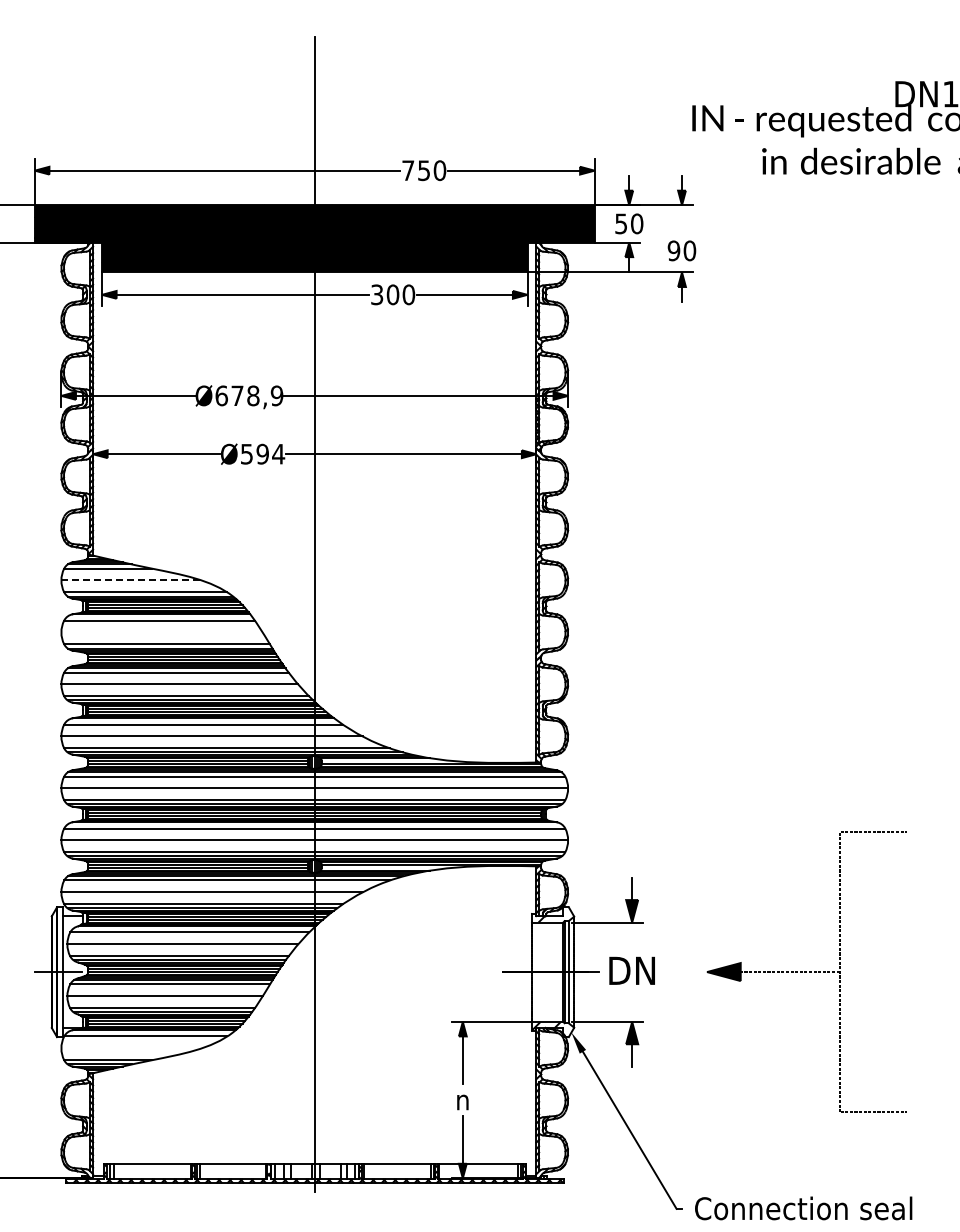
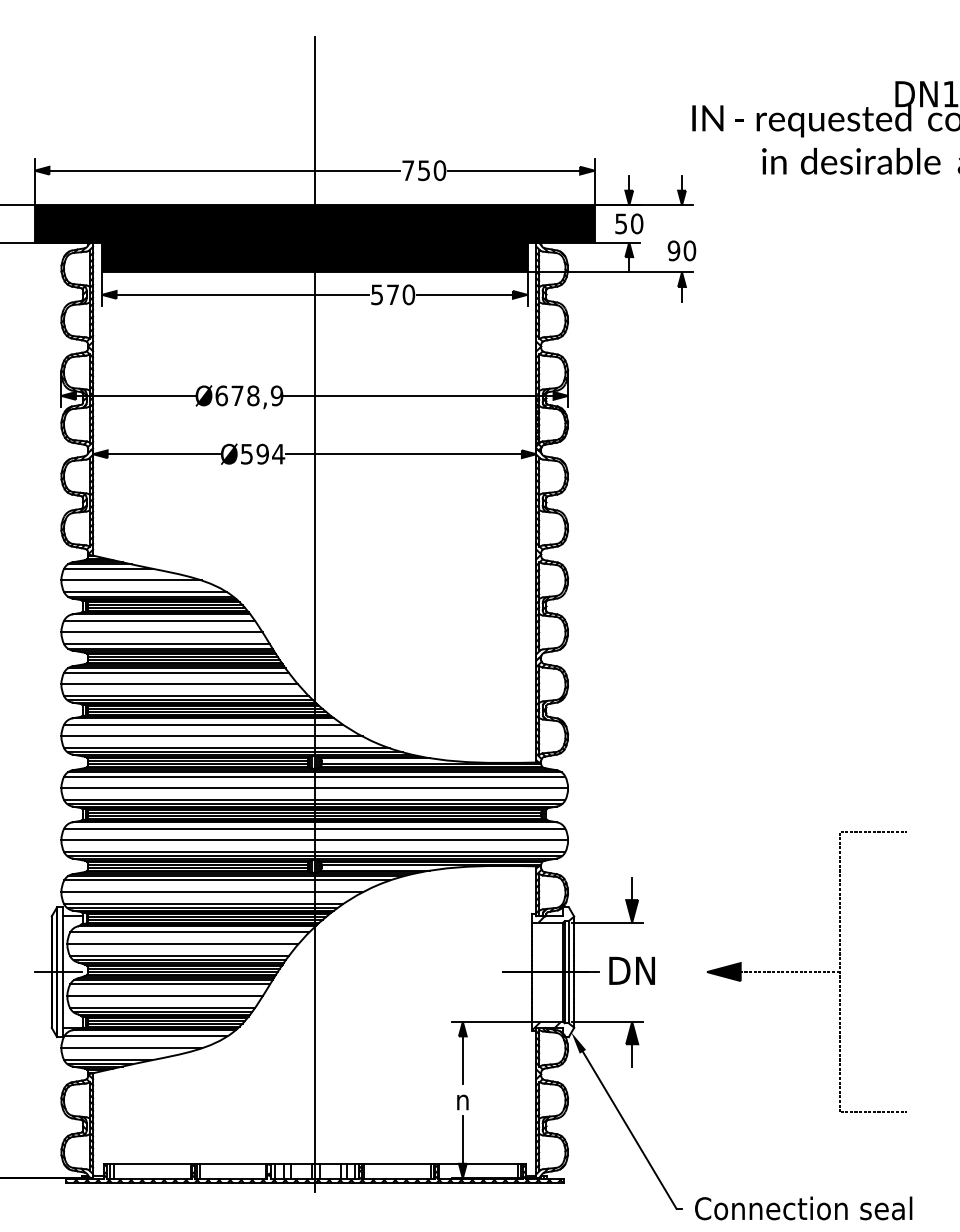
text at (385, 294): 300 -> 570
line at (132, 580): dashed -> solid
line at (161, 632): none -> present
line at (131, 1048): none -> present
